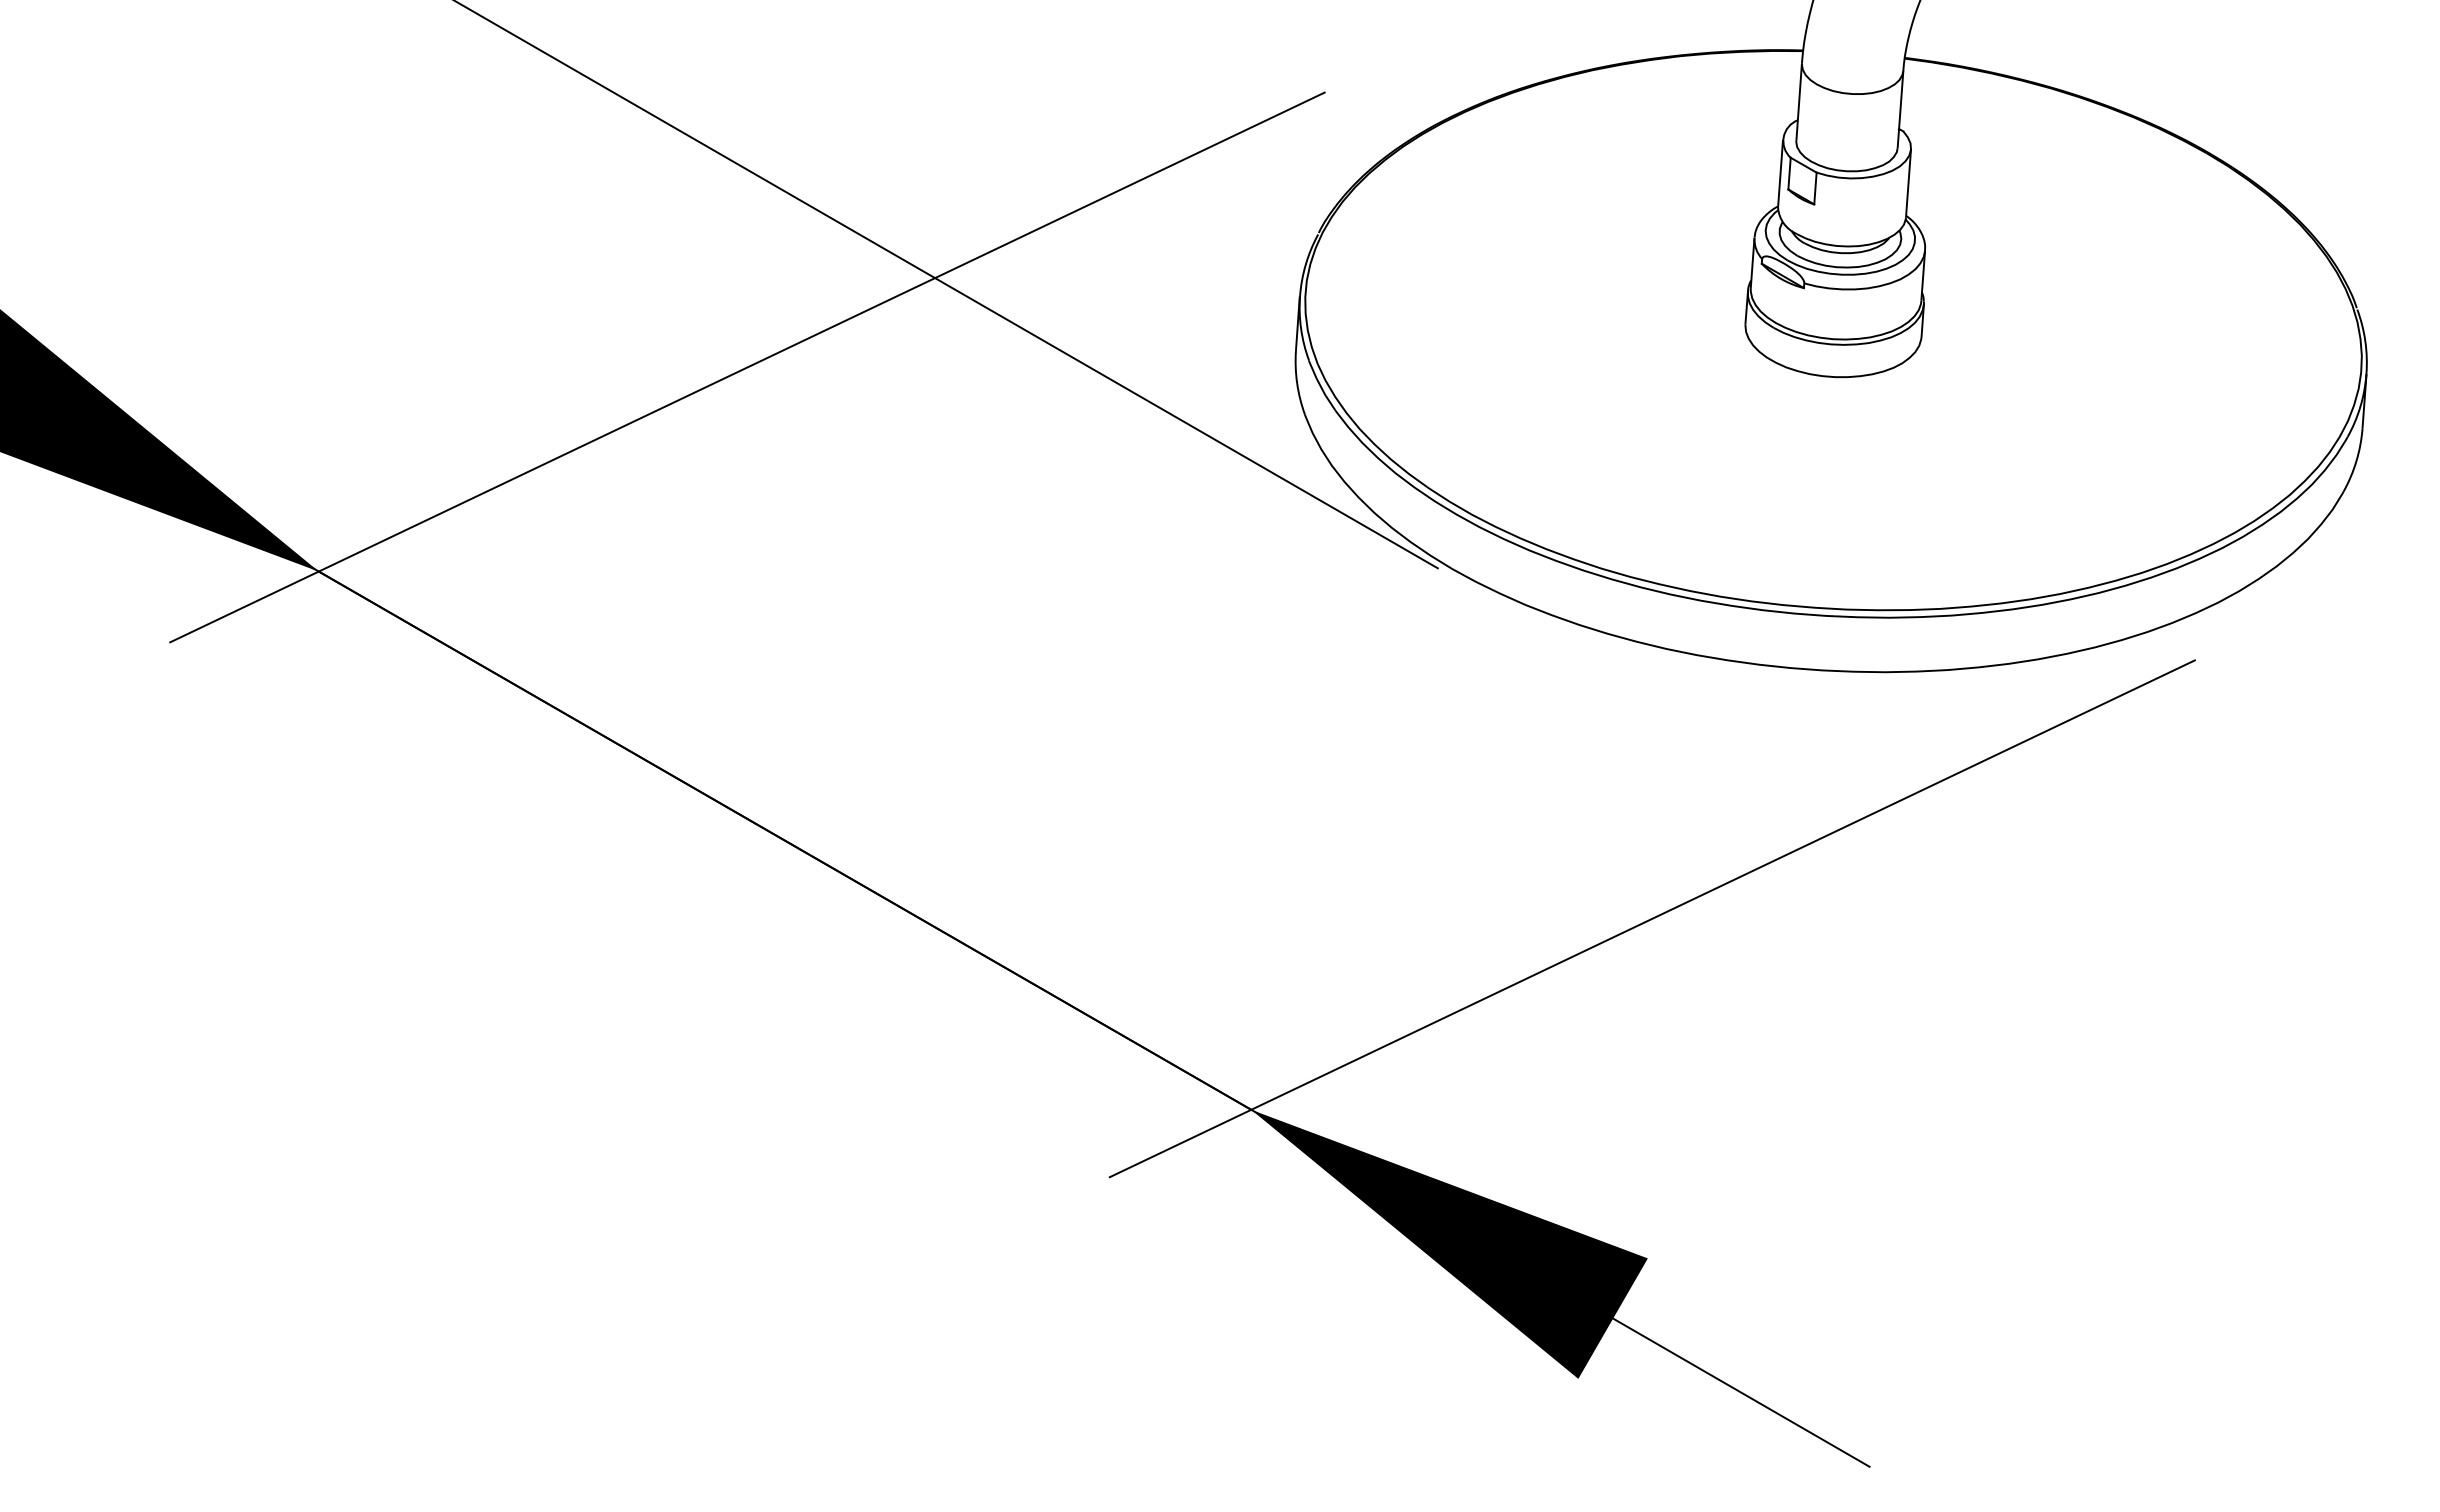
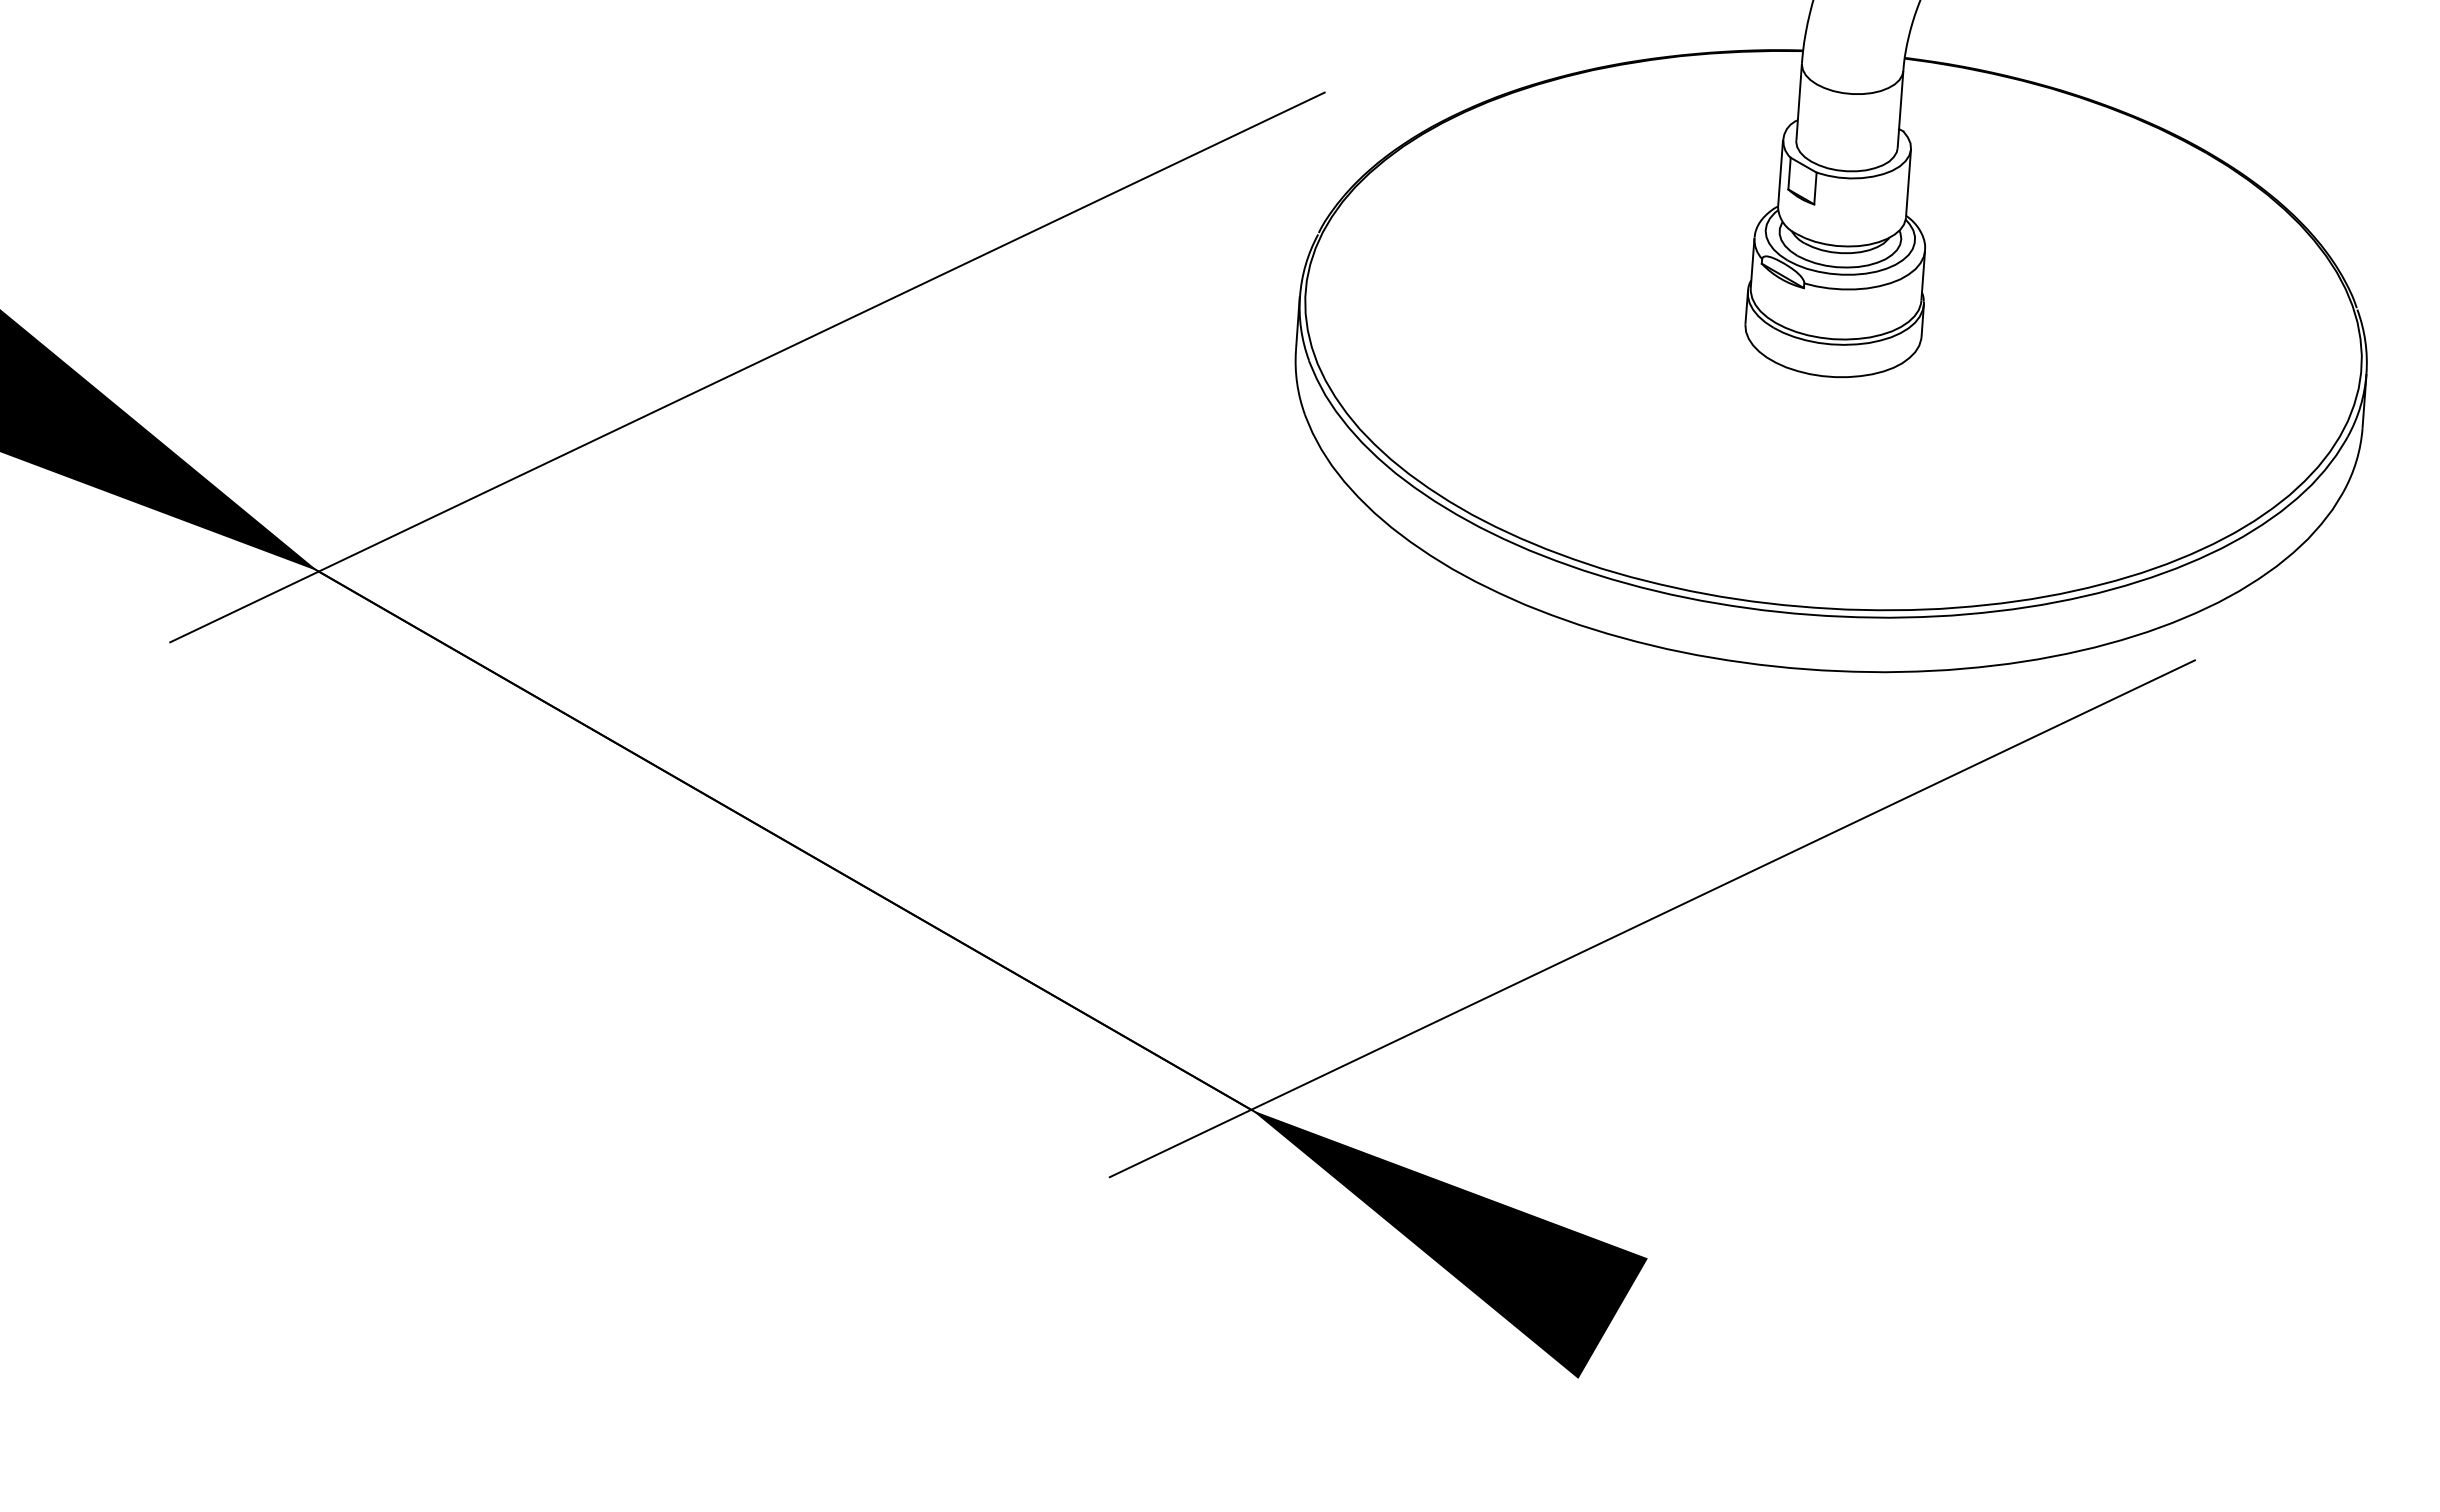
line at (946, 285): present -> none
line at (1741, 1392): present -> none
